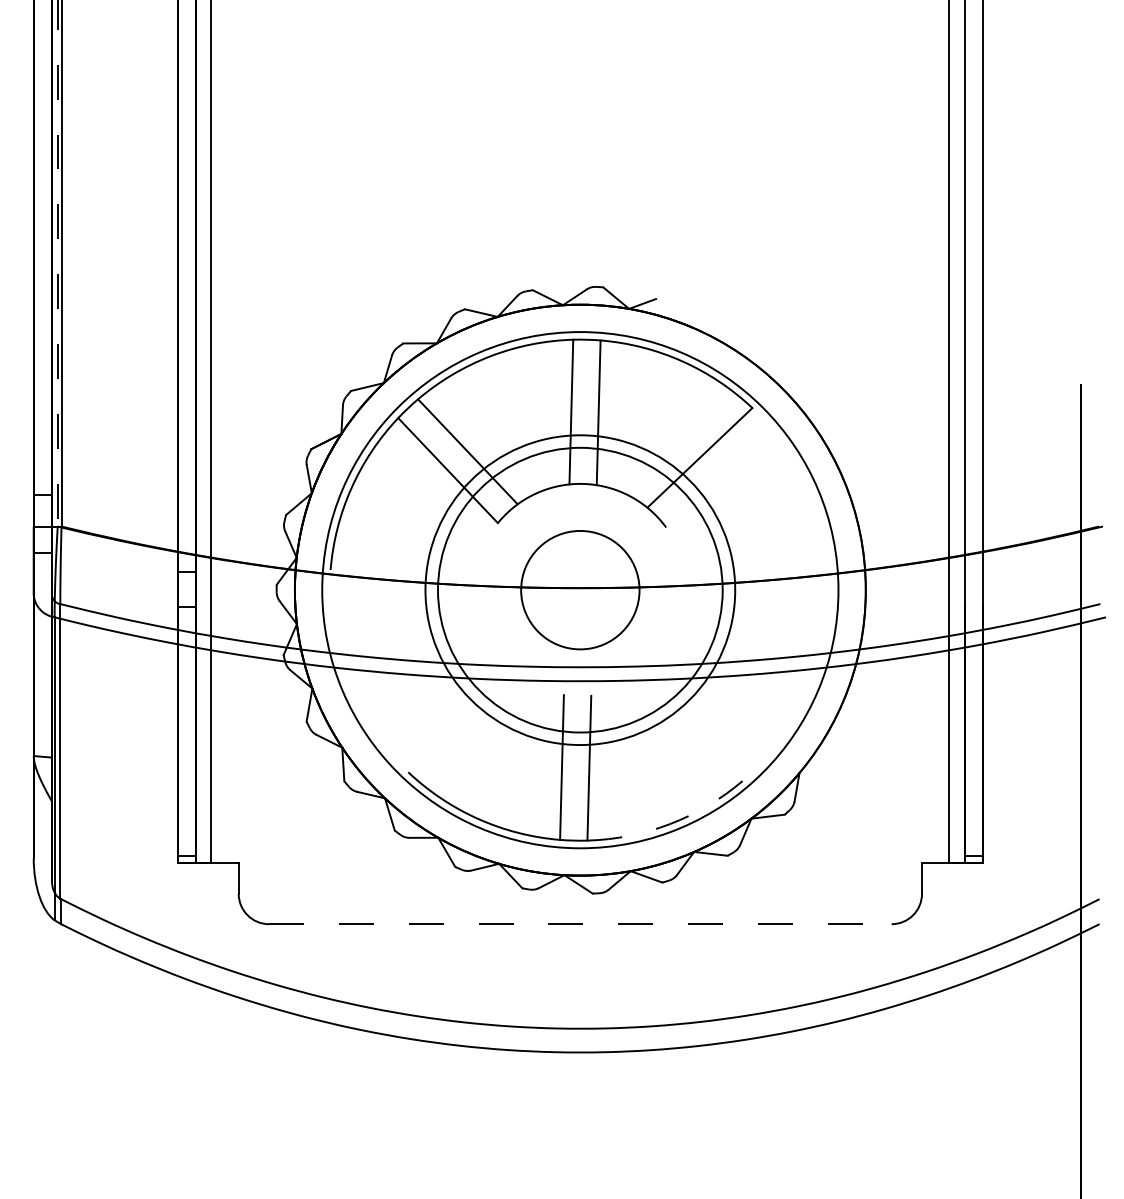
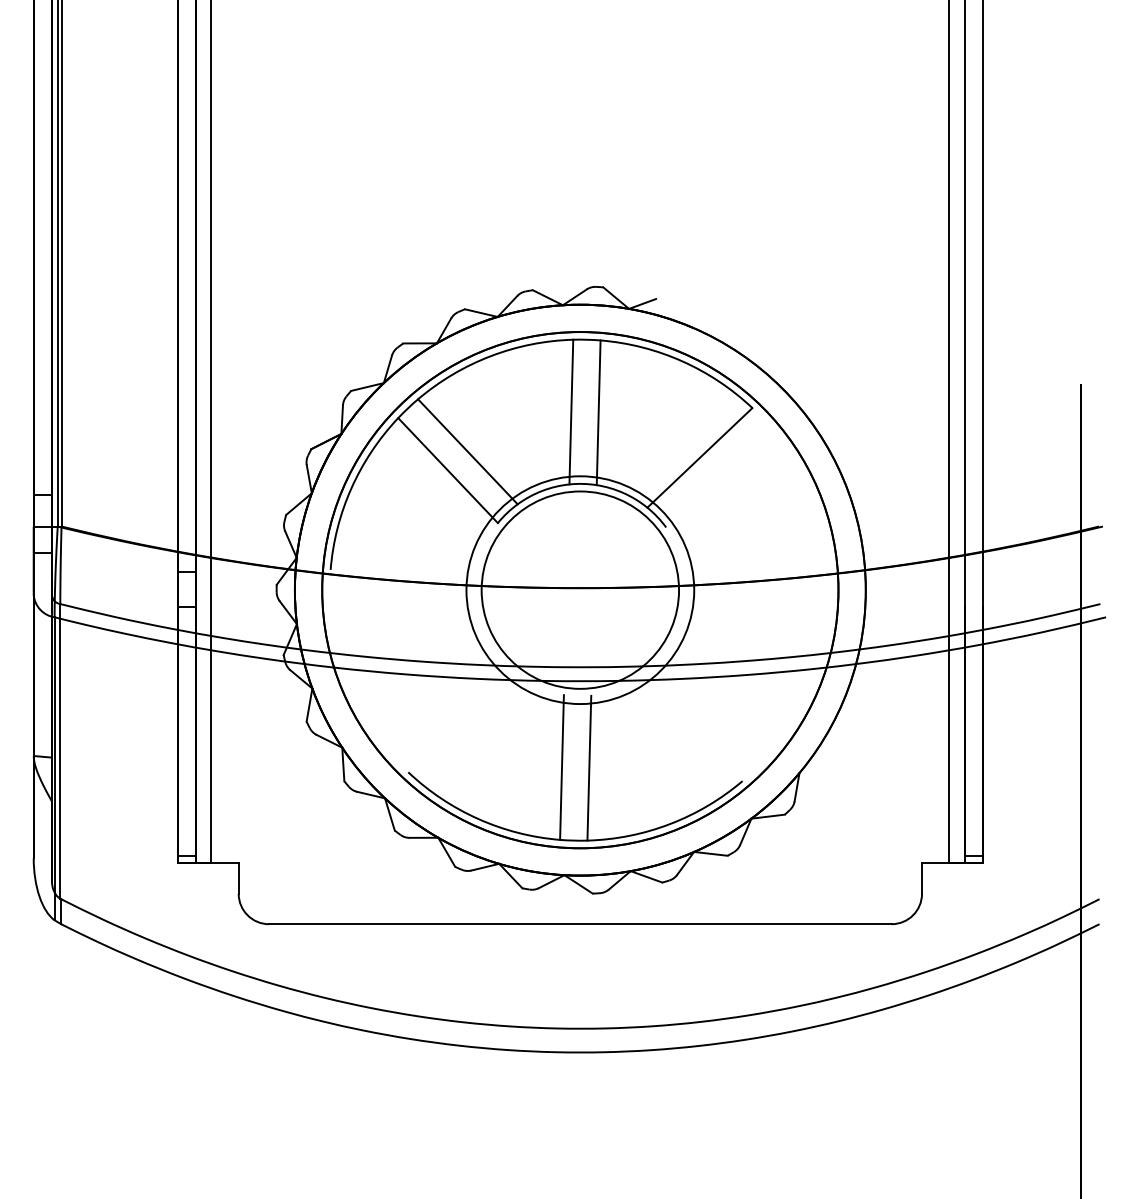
line at (57, 263): dashed -> solid
circle at (580, 589) diameter: 118 px -> 197 px
circle at (580, 589) diameter: 285 px -> 228 px
circle at (580, 590) diameter: 310 px -> 516 px
arc at (670, 824): dashed -> solid
line at (580, 924): dashed -> solid
